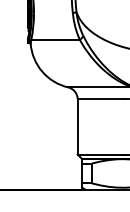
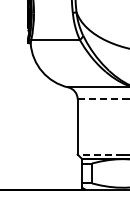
line at (100, 99): solid -> dashed
line at (100, 154): solid -> dashed
